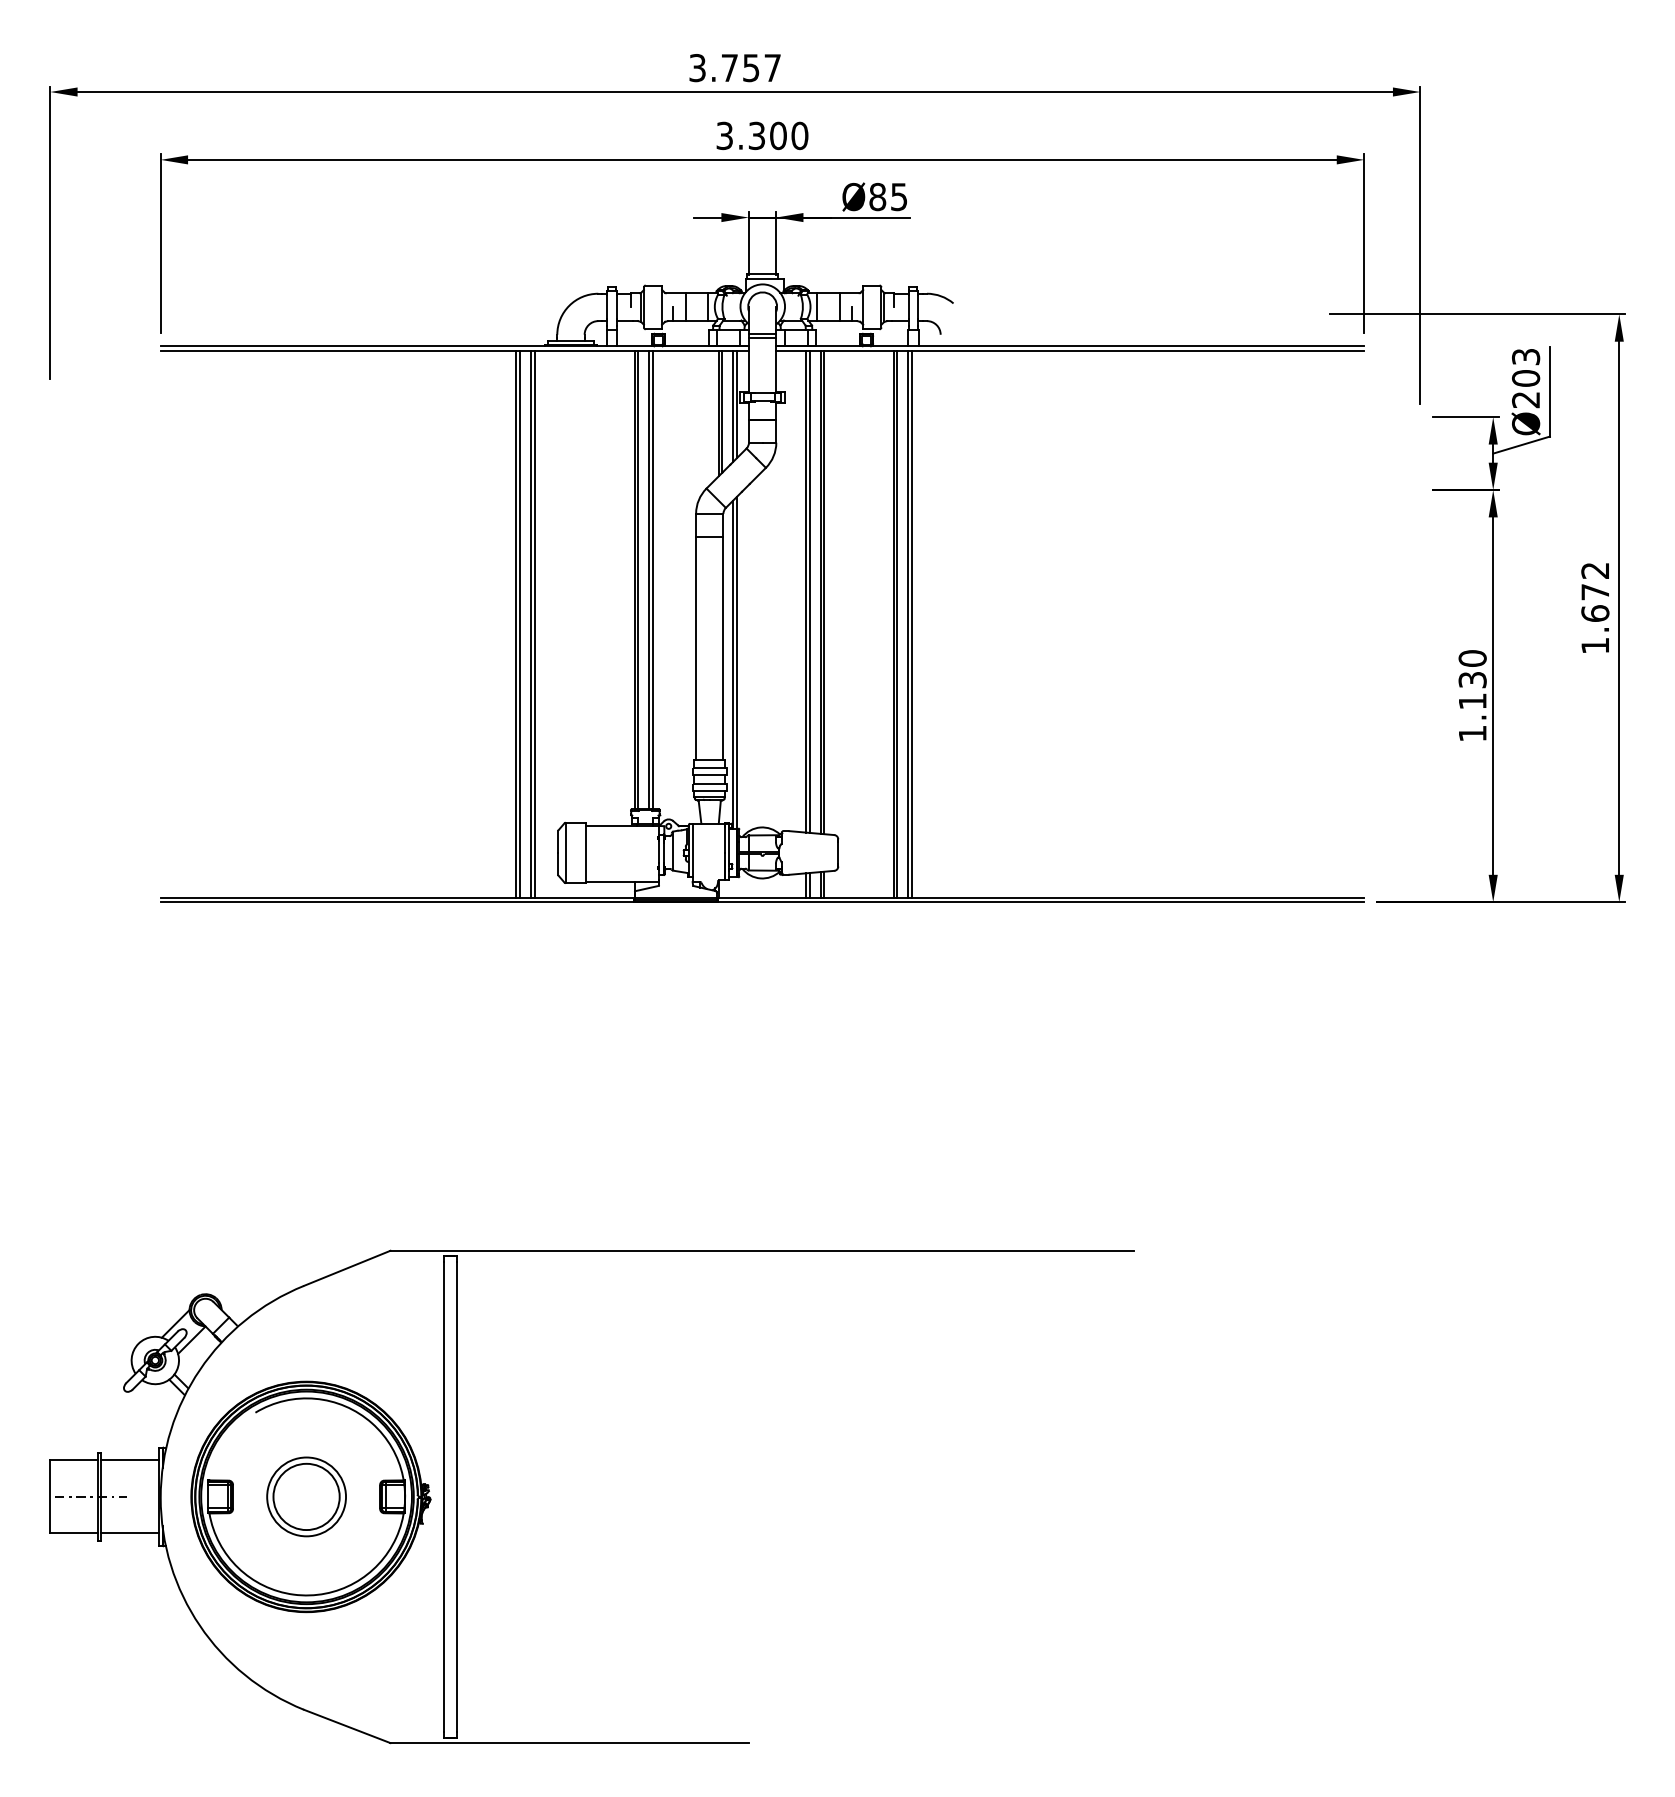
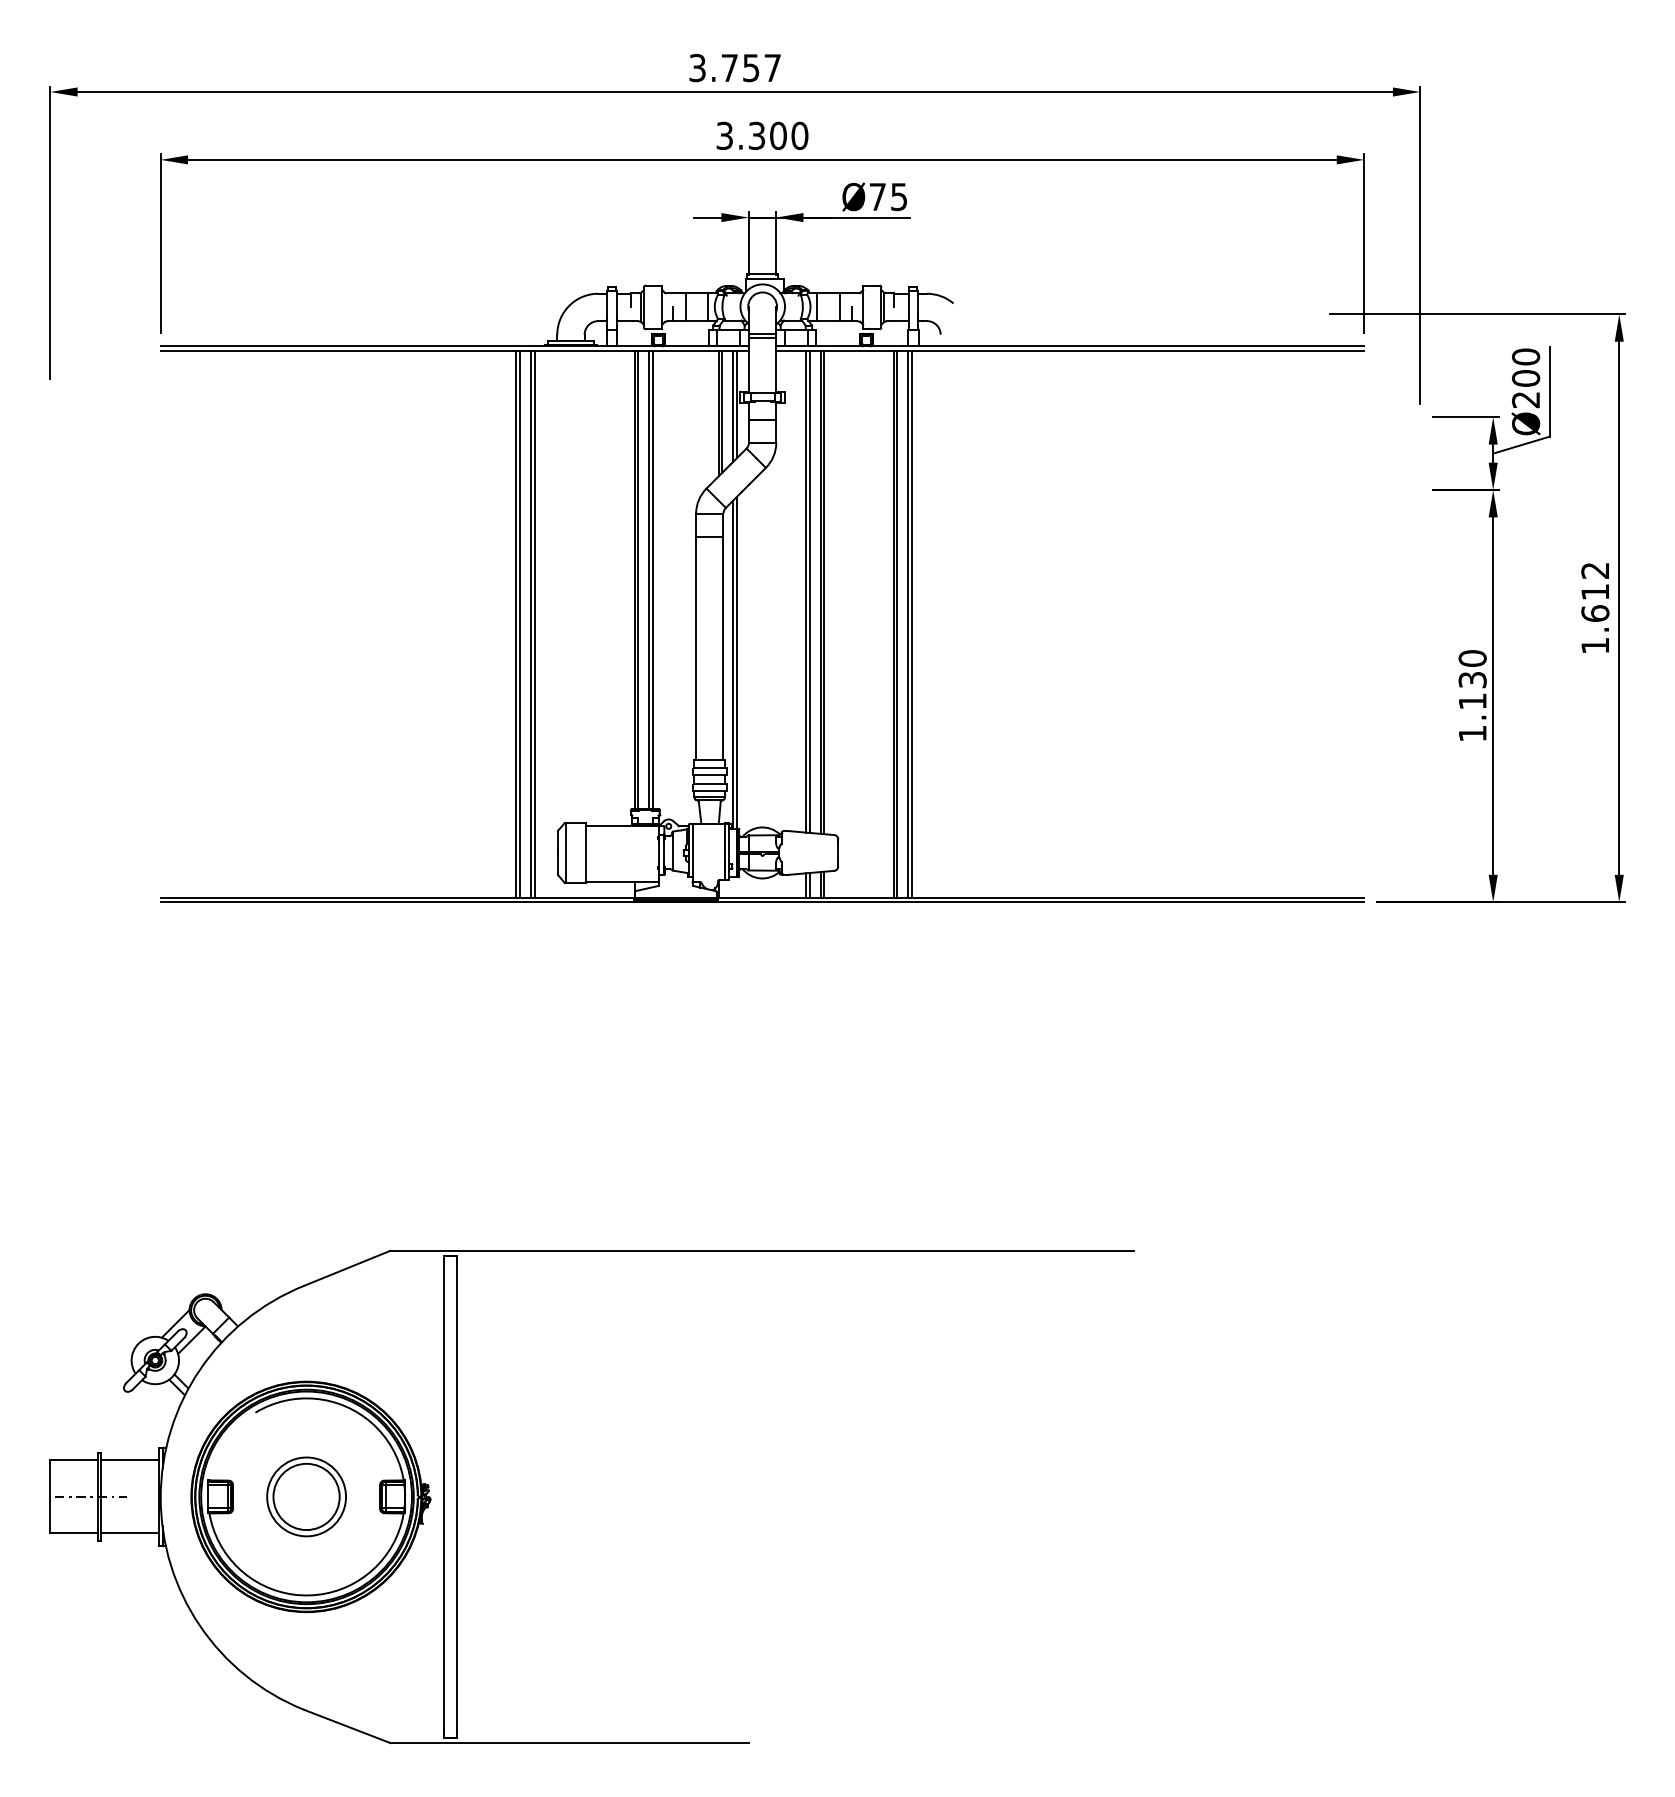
text at (877, 196): Ø85 -> Ø75
text at (1526, 356): Ø203 -> Ø200
text at (1594, 592): 1.672 -> 1.612
